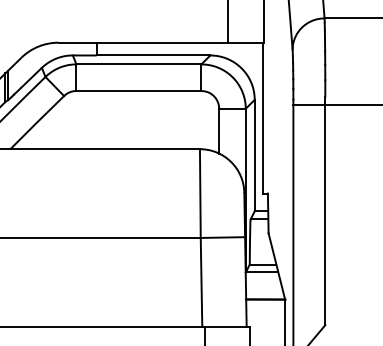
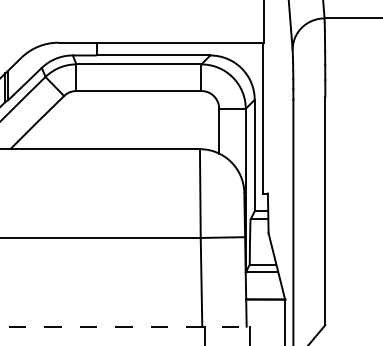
line at (228, 22): present -> none
line at (336, 105): present -> none
line at (125, 326): solid -> dashed
